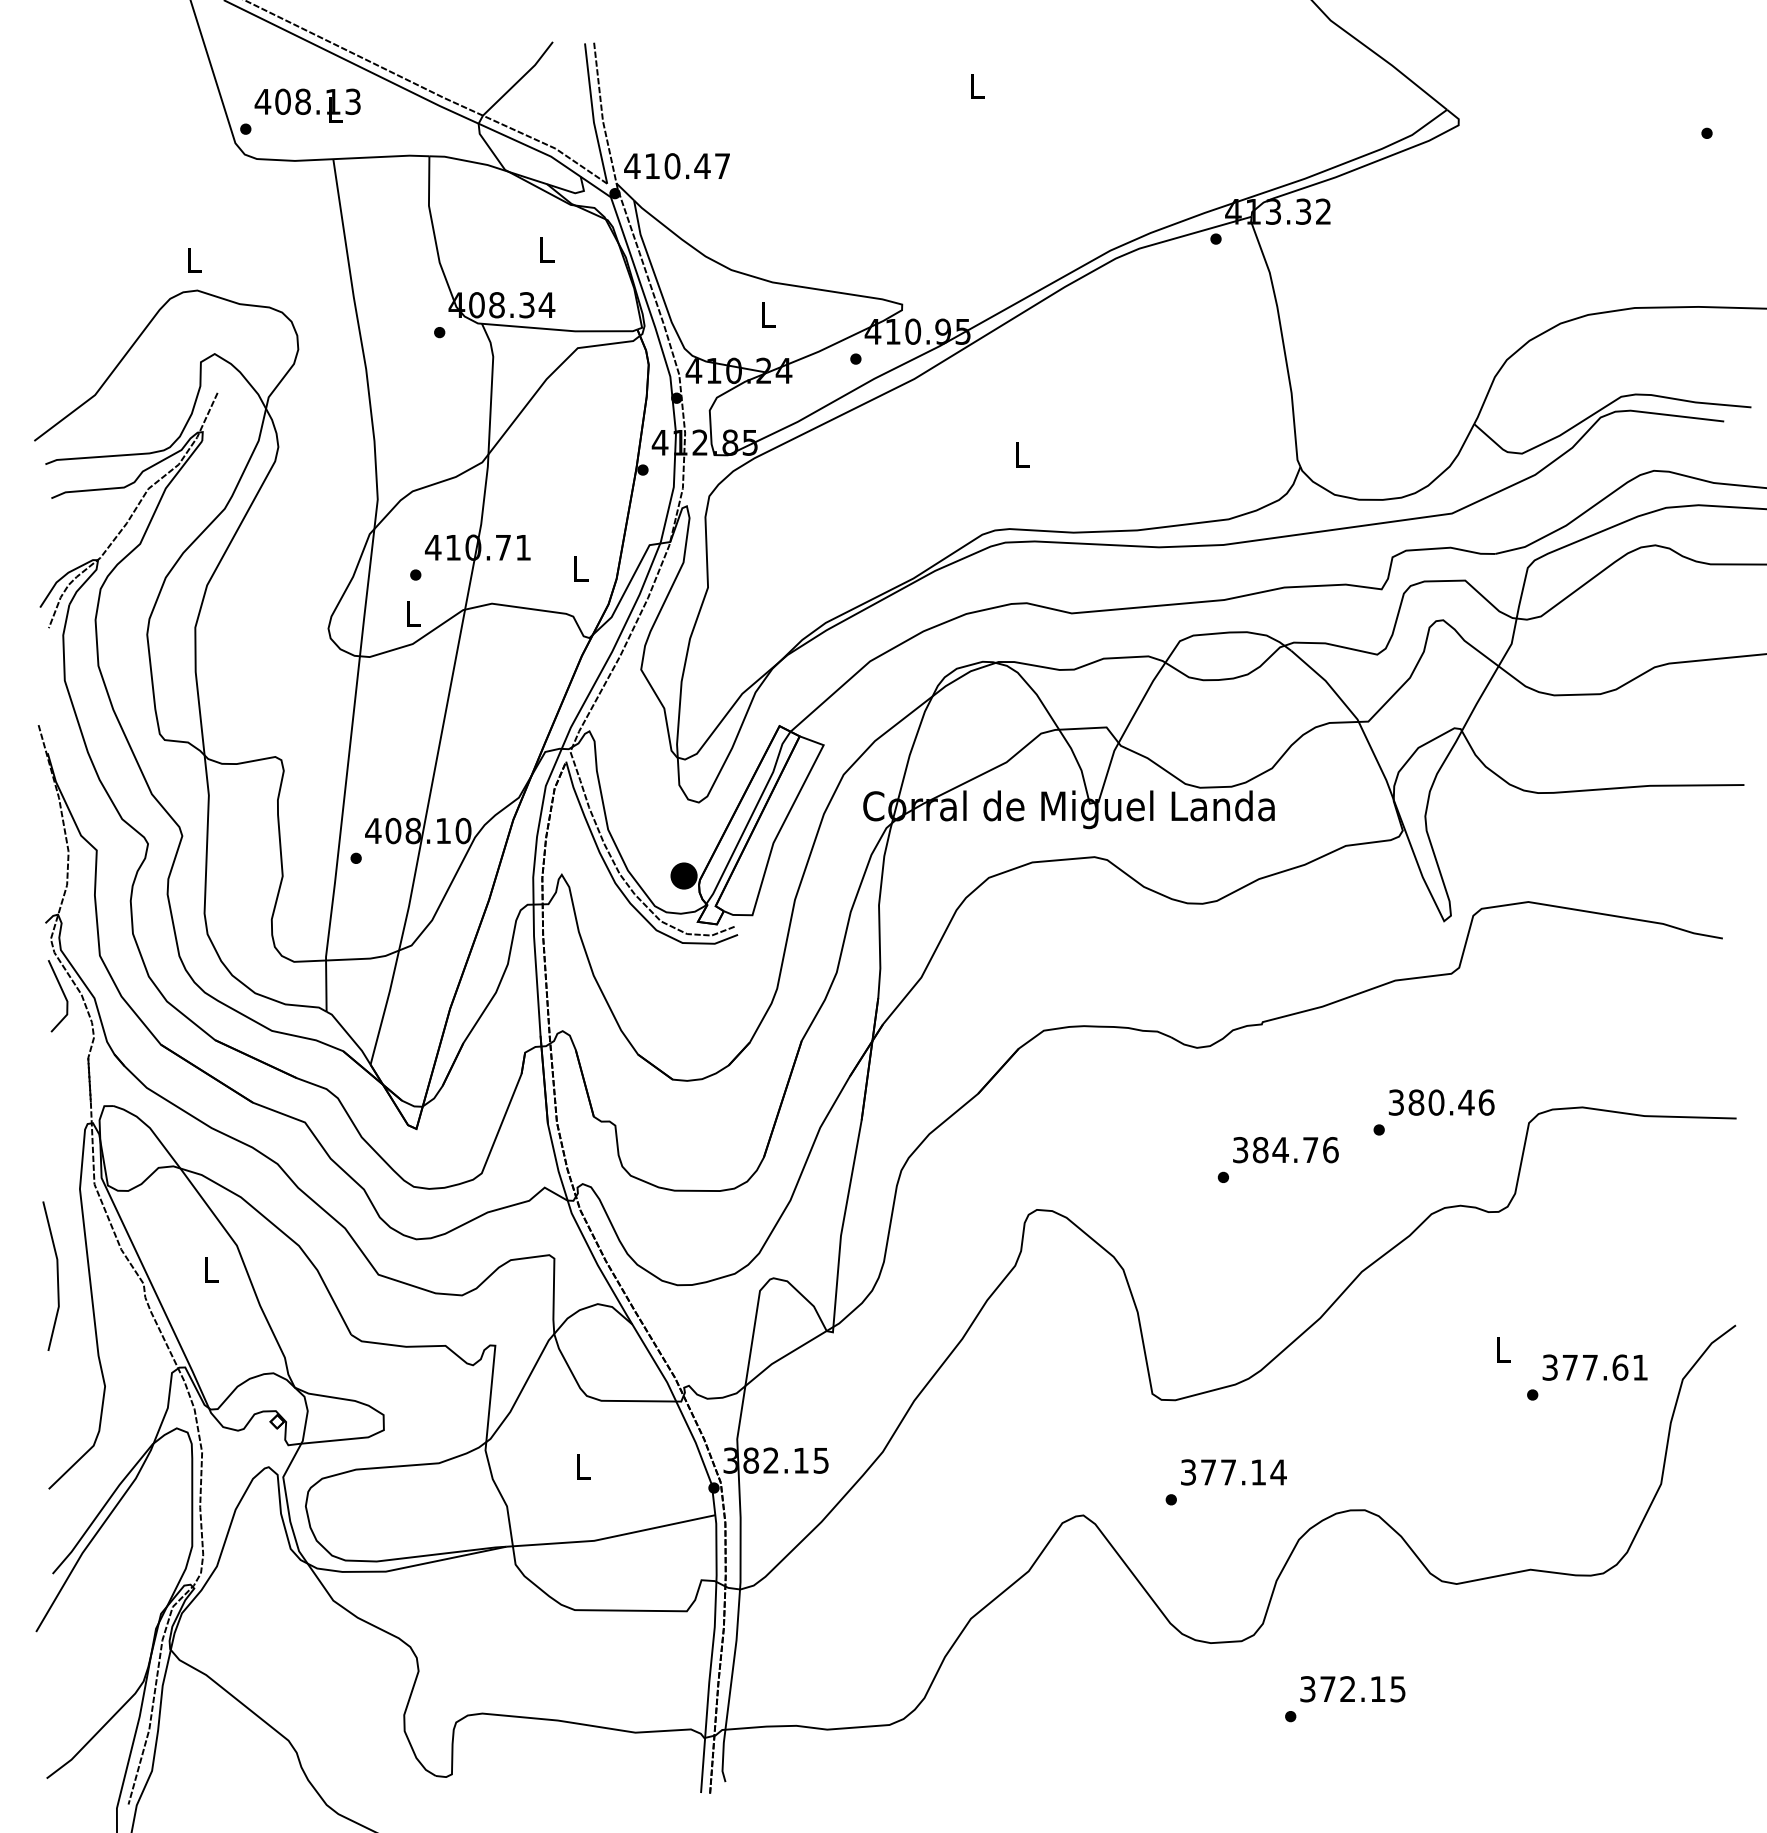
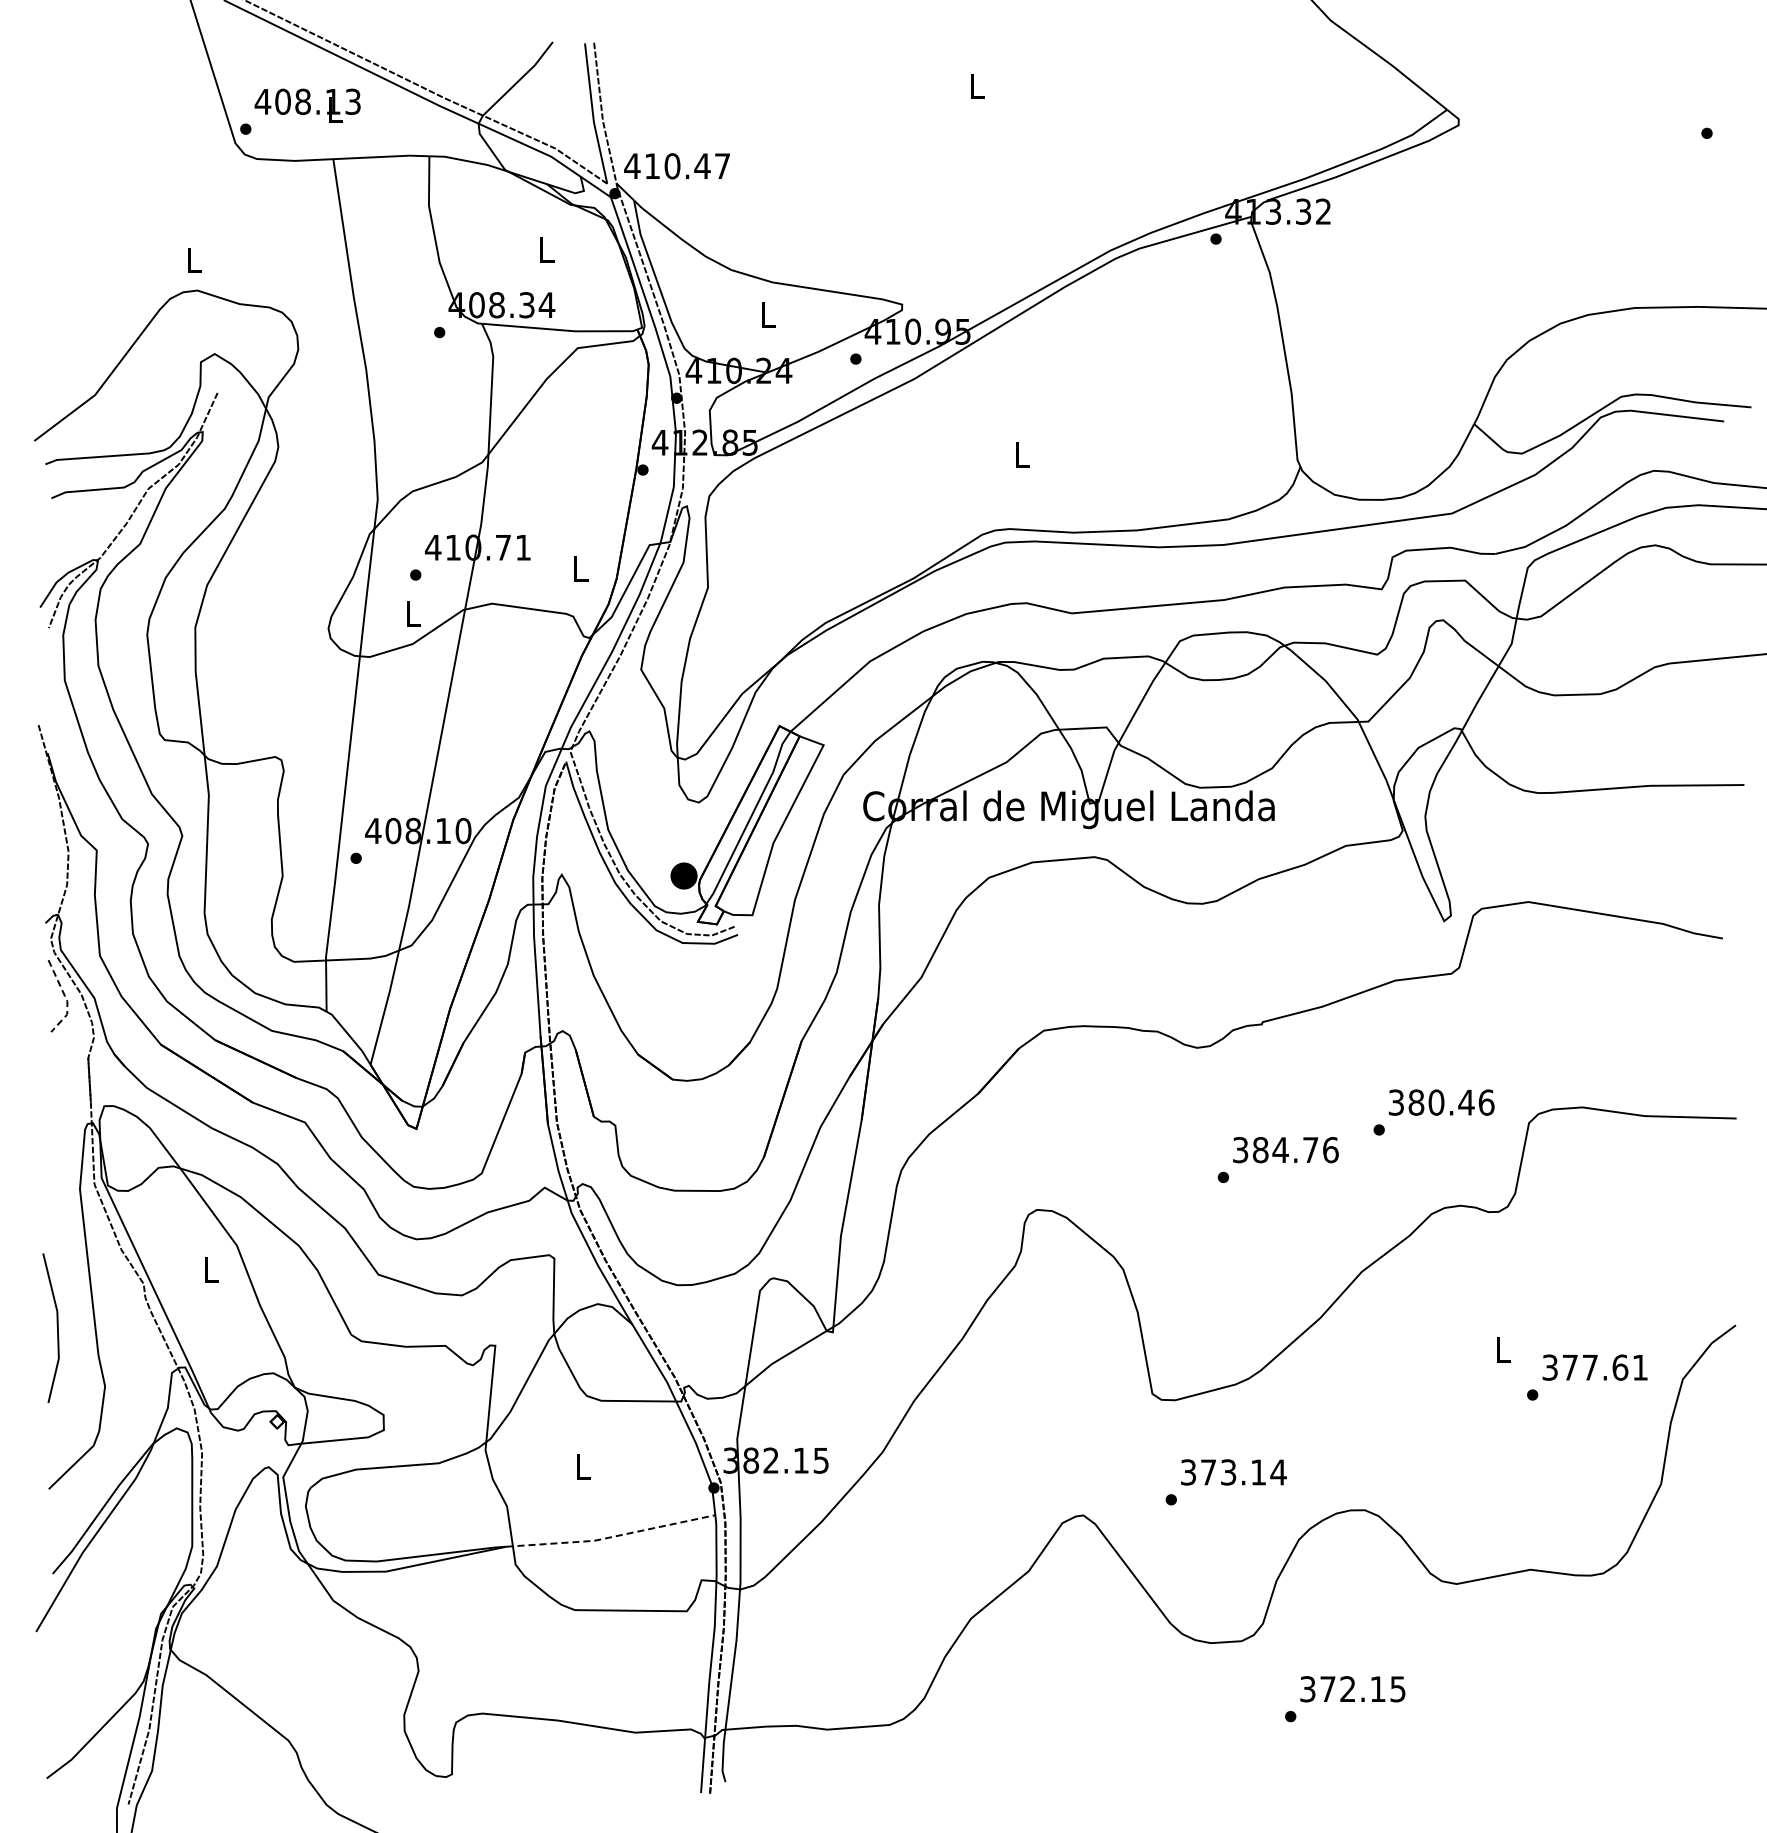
line at (66, 998): solid -> dashed
line at (56, 1273) position: (56, 1273) -> (56, 1325)
text at (1228, 1472): 377.14 -> 373.14
line at (611, 1537): solid -> dashed
